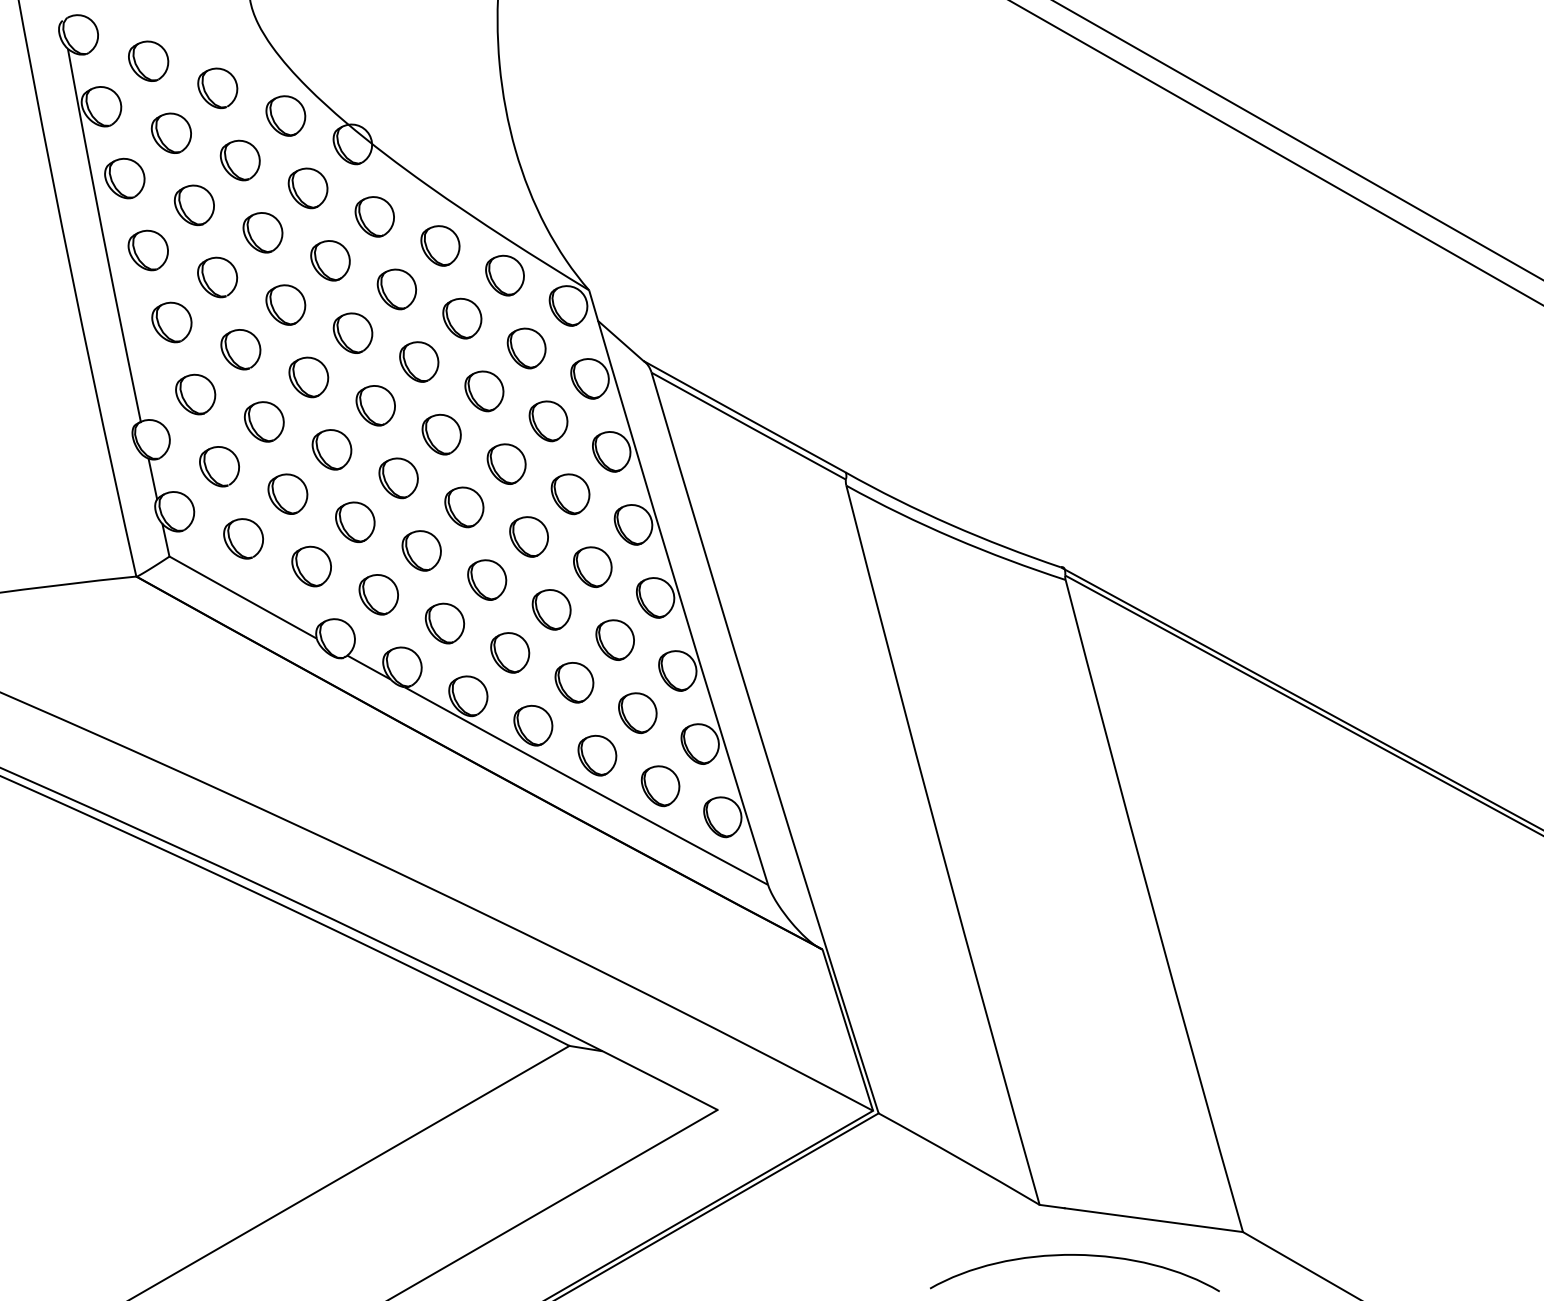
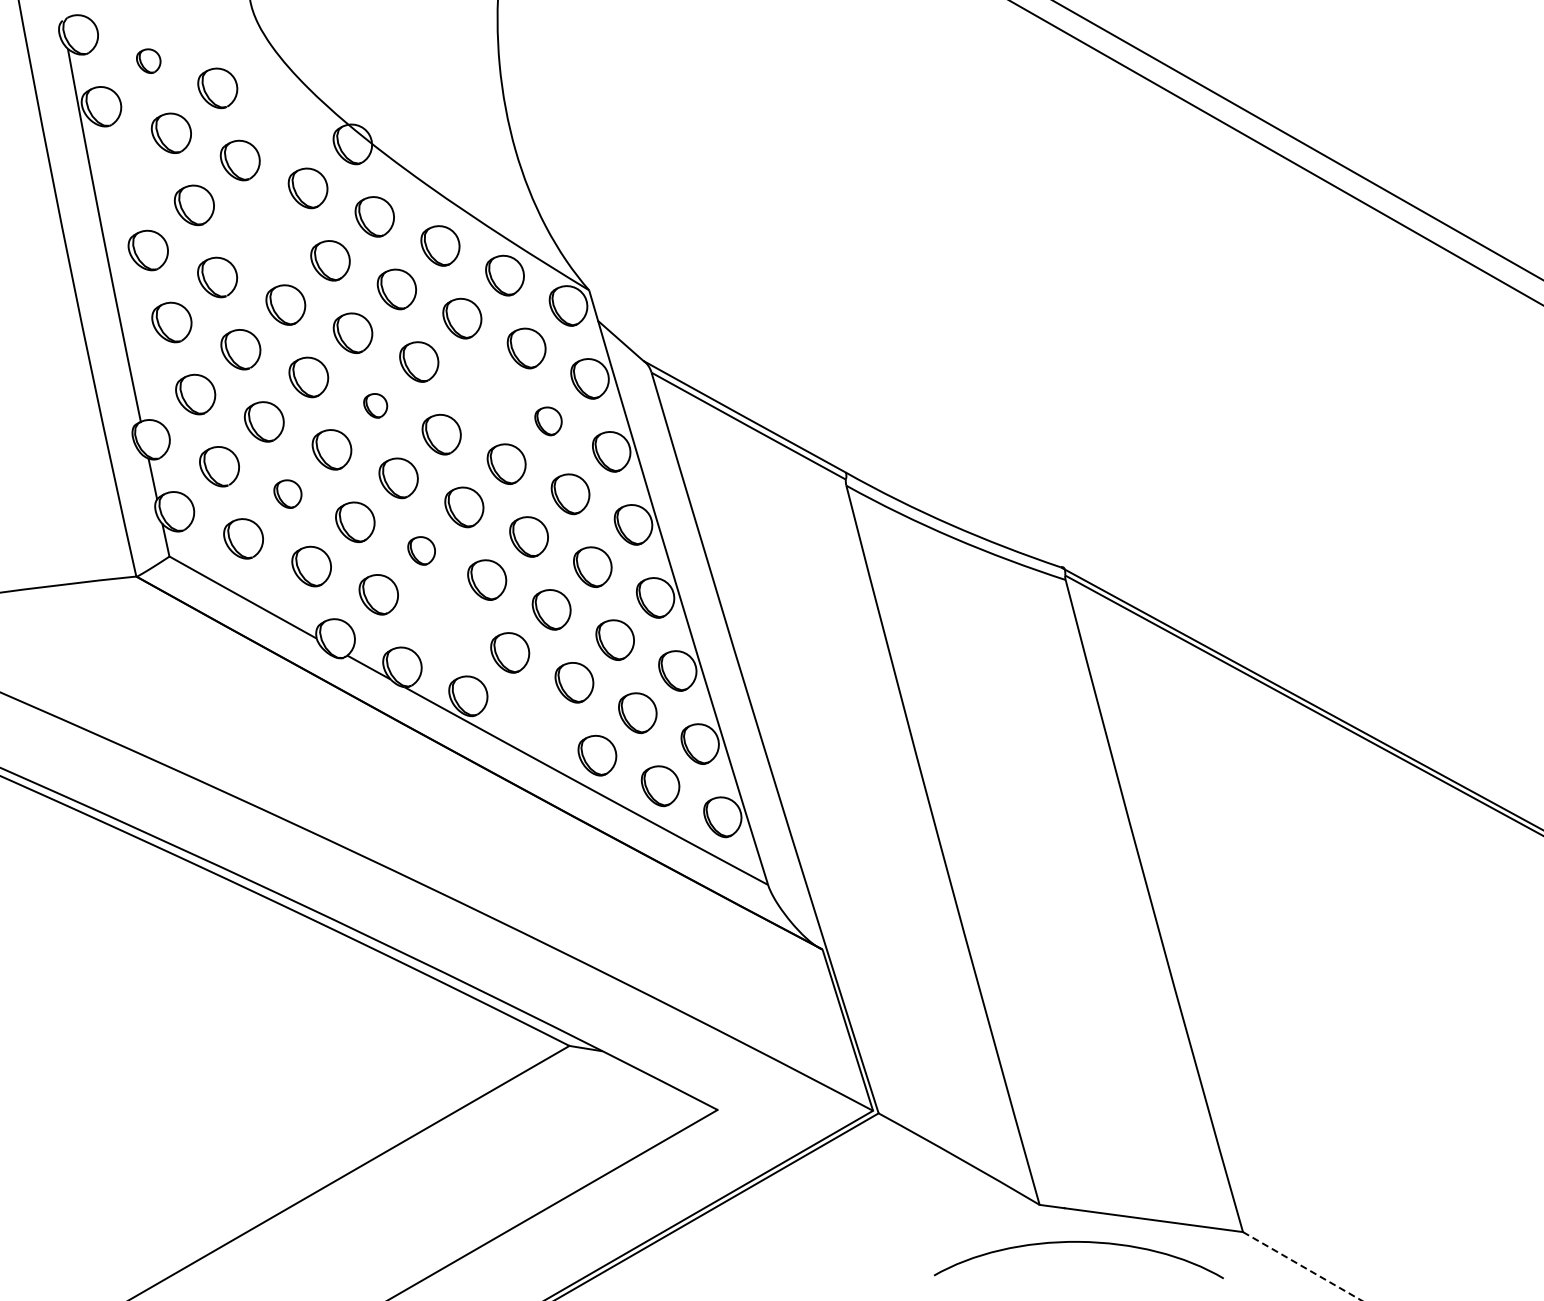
part at (148, 60) size: 42x42 px -> 26x26 px
part at (285, 115): present -> none
part at (124, 178): present -> none
part at (262, 232): present -> none
part at (484, 391): present -> none
part at (375, 405) size: 41x42 px -> 26x26 px
part at (548, 421) size: 41x43 px -> 29x31 px
part at (287, 493) size: 42x42 px -> 30x30 px
part at (421, 550) size: 41x42 px -> 29x30 px
part at (444, 623): present -> none
part at (533, 725): present -> none
curve at (1074, 1255) position: (1074, 1255) -> (1078, 1242)
line at (1302, 1266): solid -> dashed
